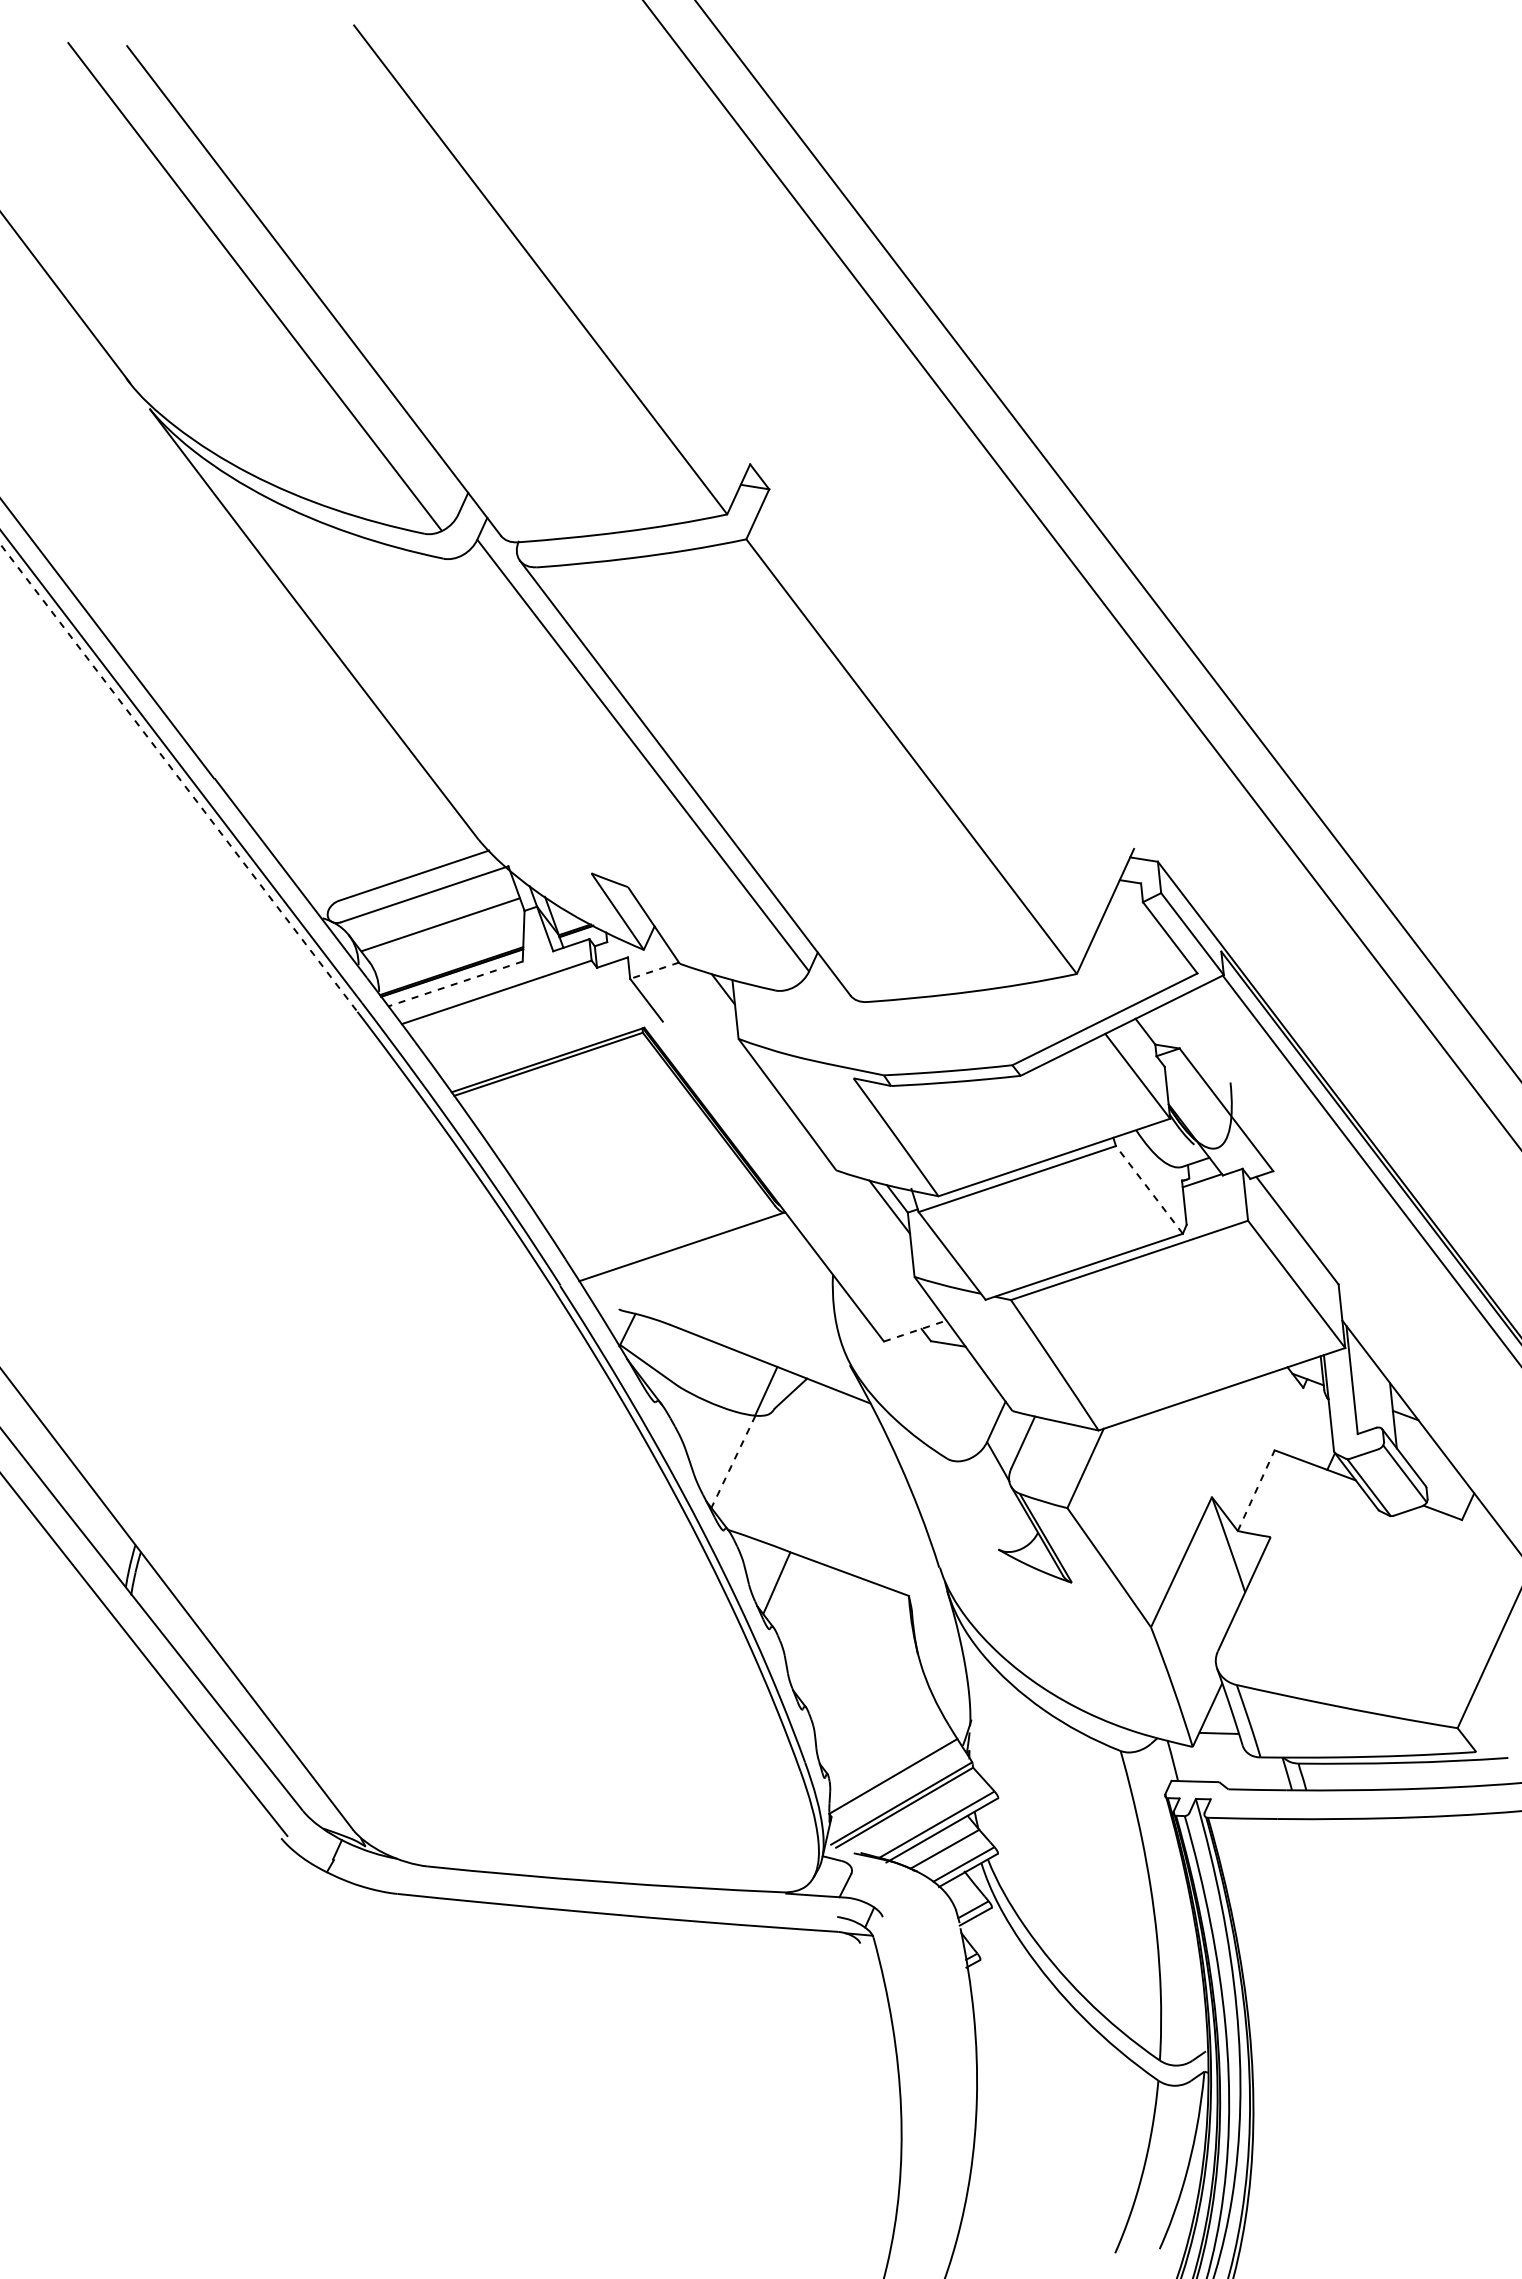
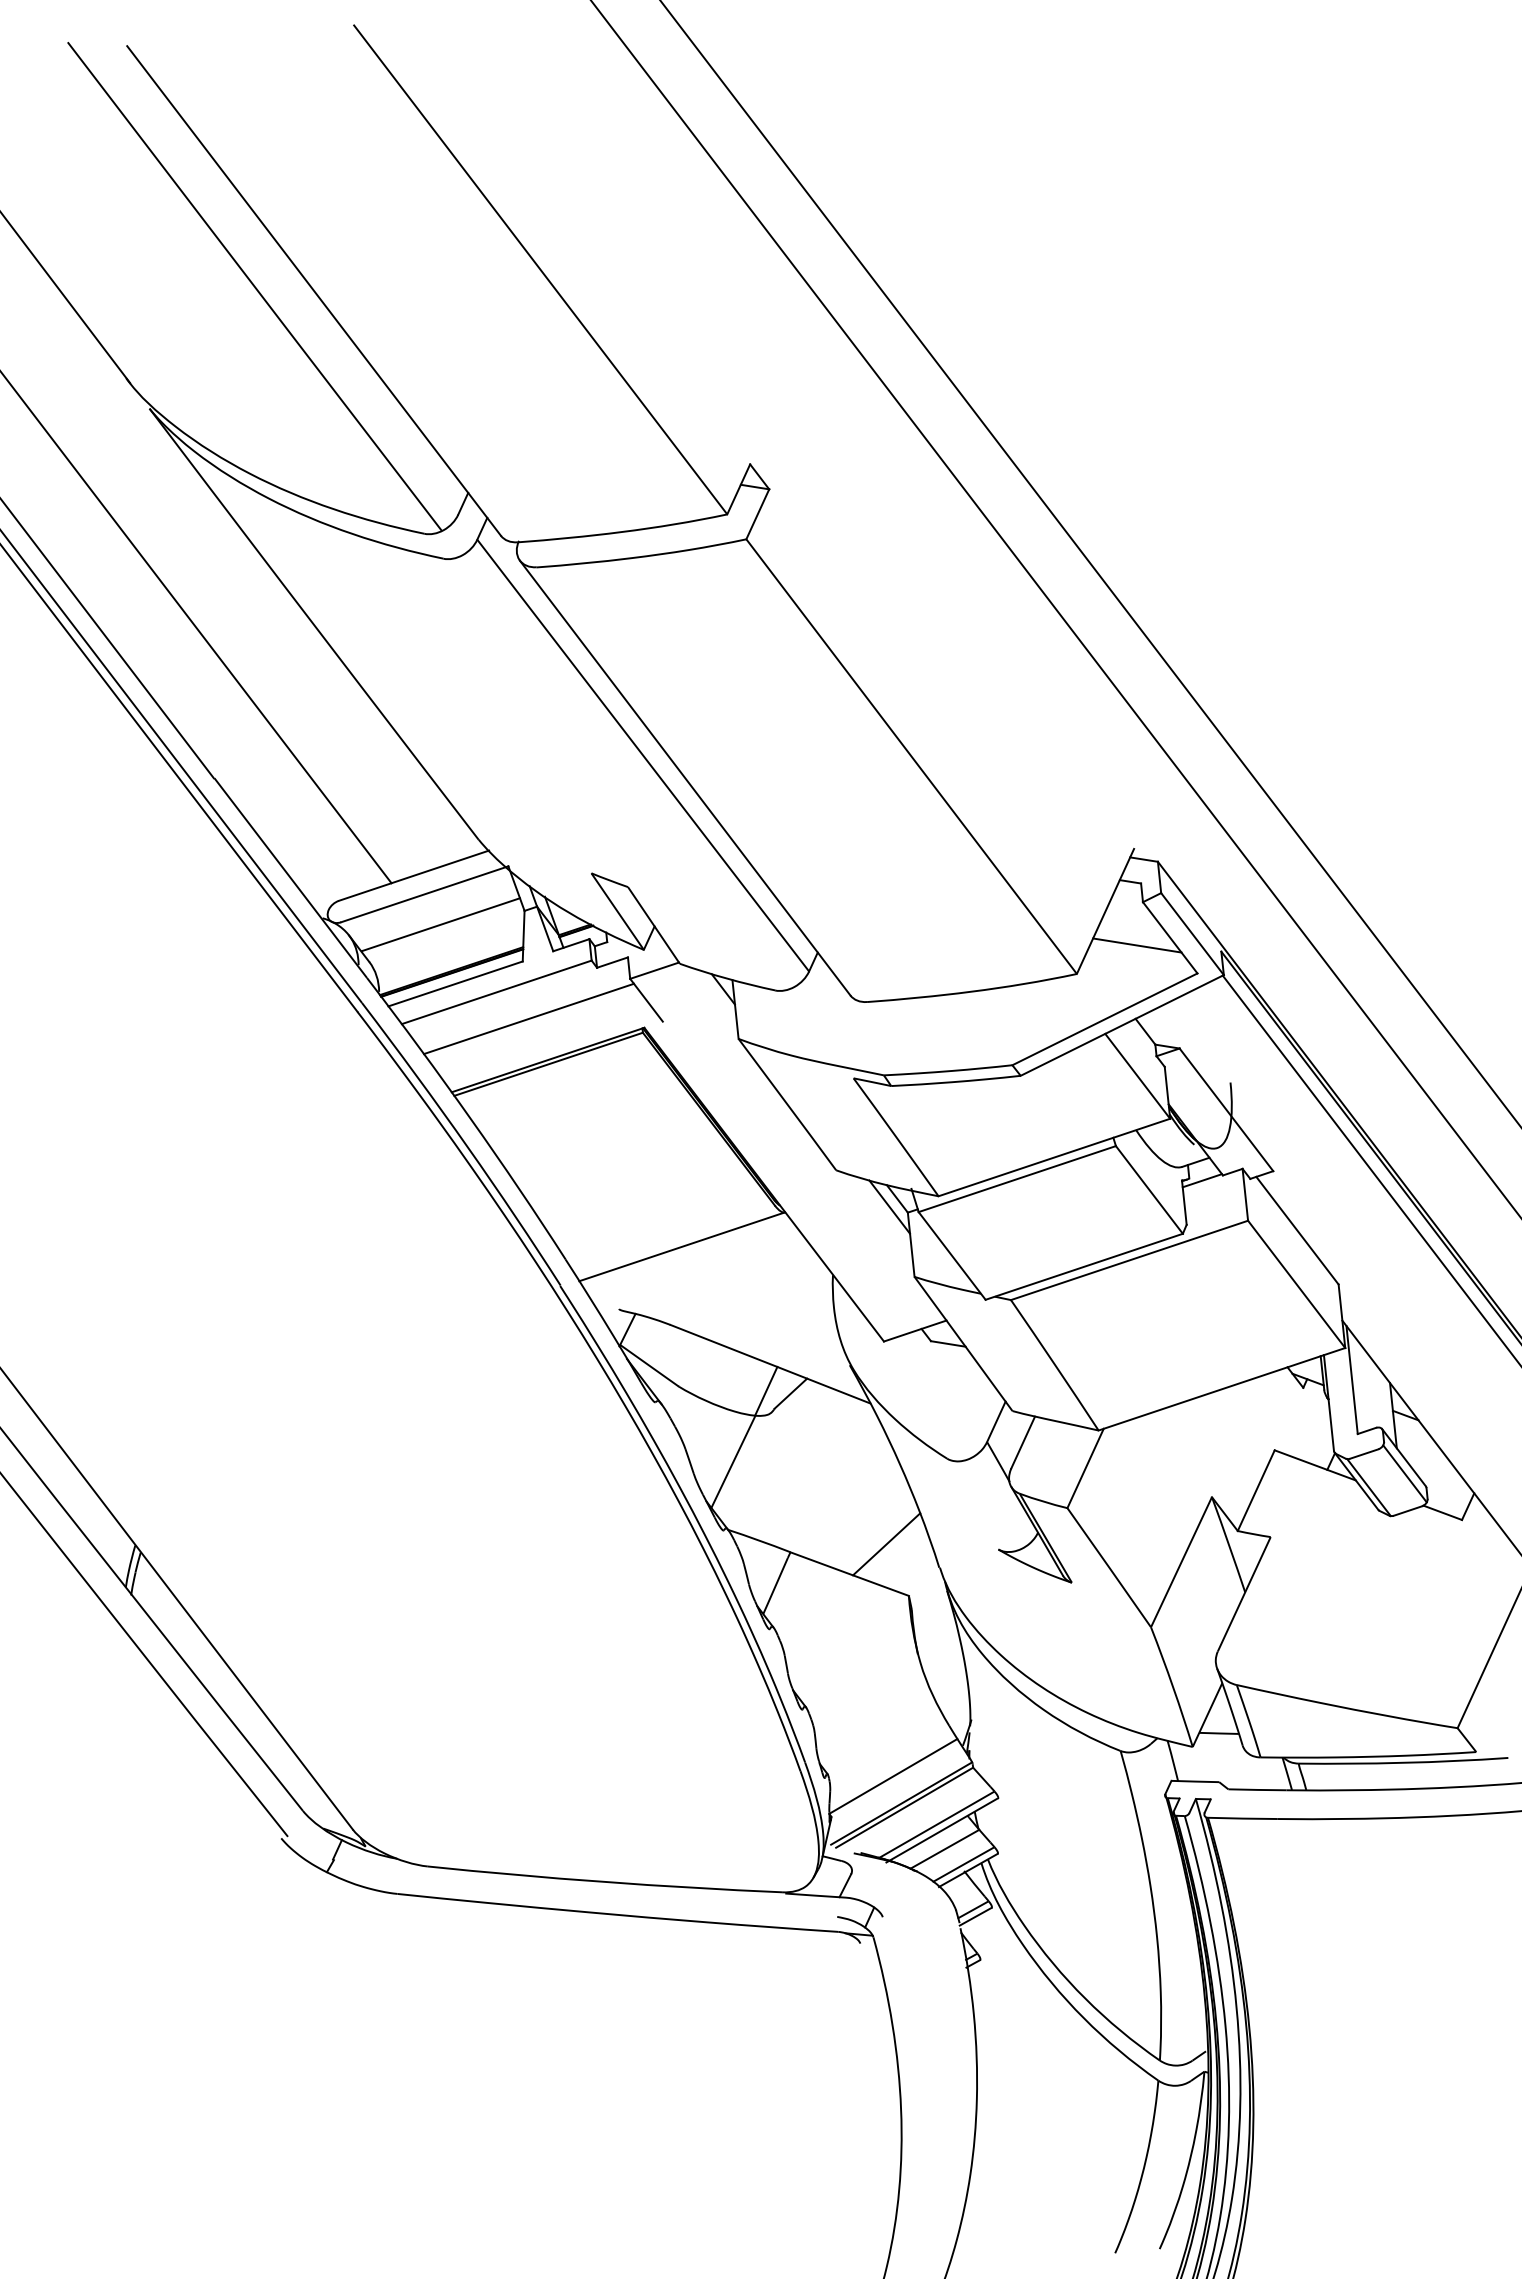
line at (1107, 540) position: (1107, 540) -> (1089, 563)
line at (1081, 574) position: (1081, 574) -> (1055, 608)
line at (196, 628): none -> present
line at (179, 778): dashed -> solid
line at (1137, 945): none -> present
line at (654, 970): dashed -> solid
line at (455, 983): dashed -> solid
line at (528, 1018): none -> present
line at (1149, 1189): dashed -> solid
line at (915, 1331): dashed -> solid
line at (733, 1462): dashed -> solid
line at (1256, 1490): dashed -> solid
line at (886, 1544): none -> present
